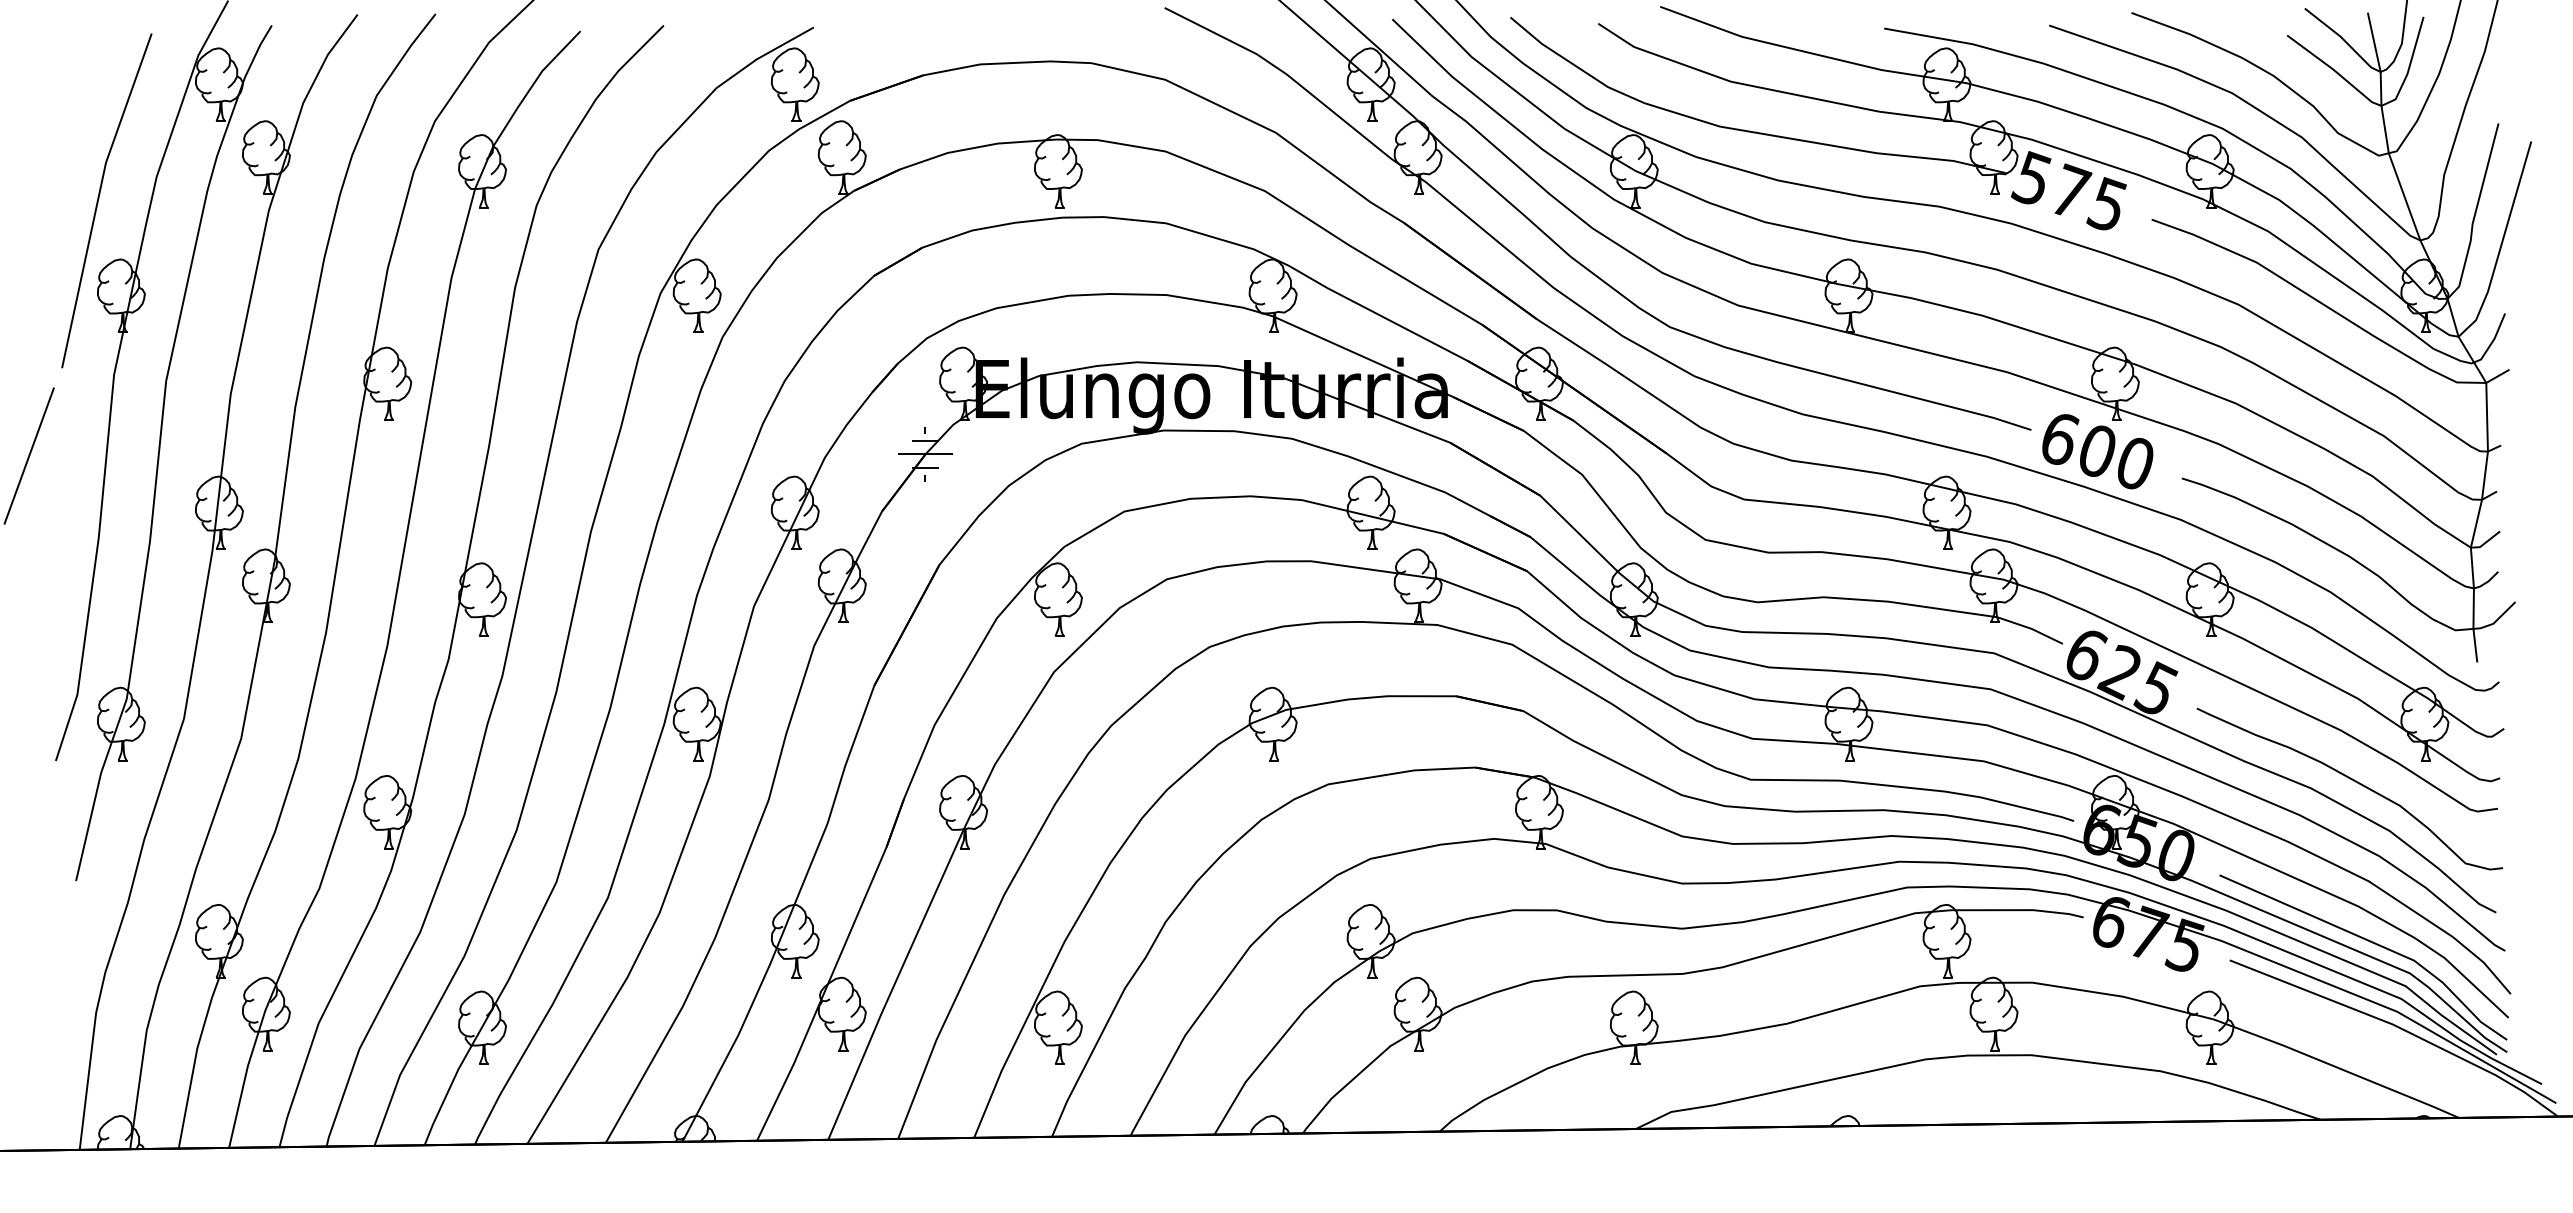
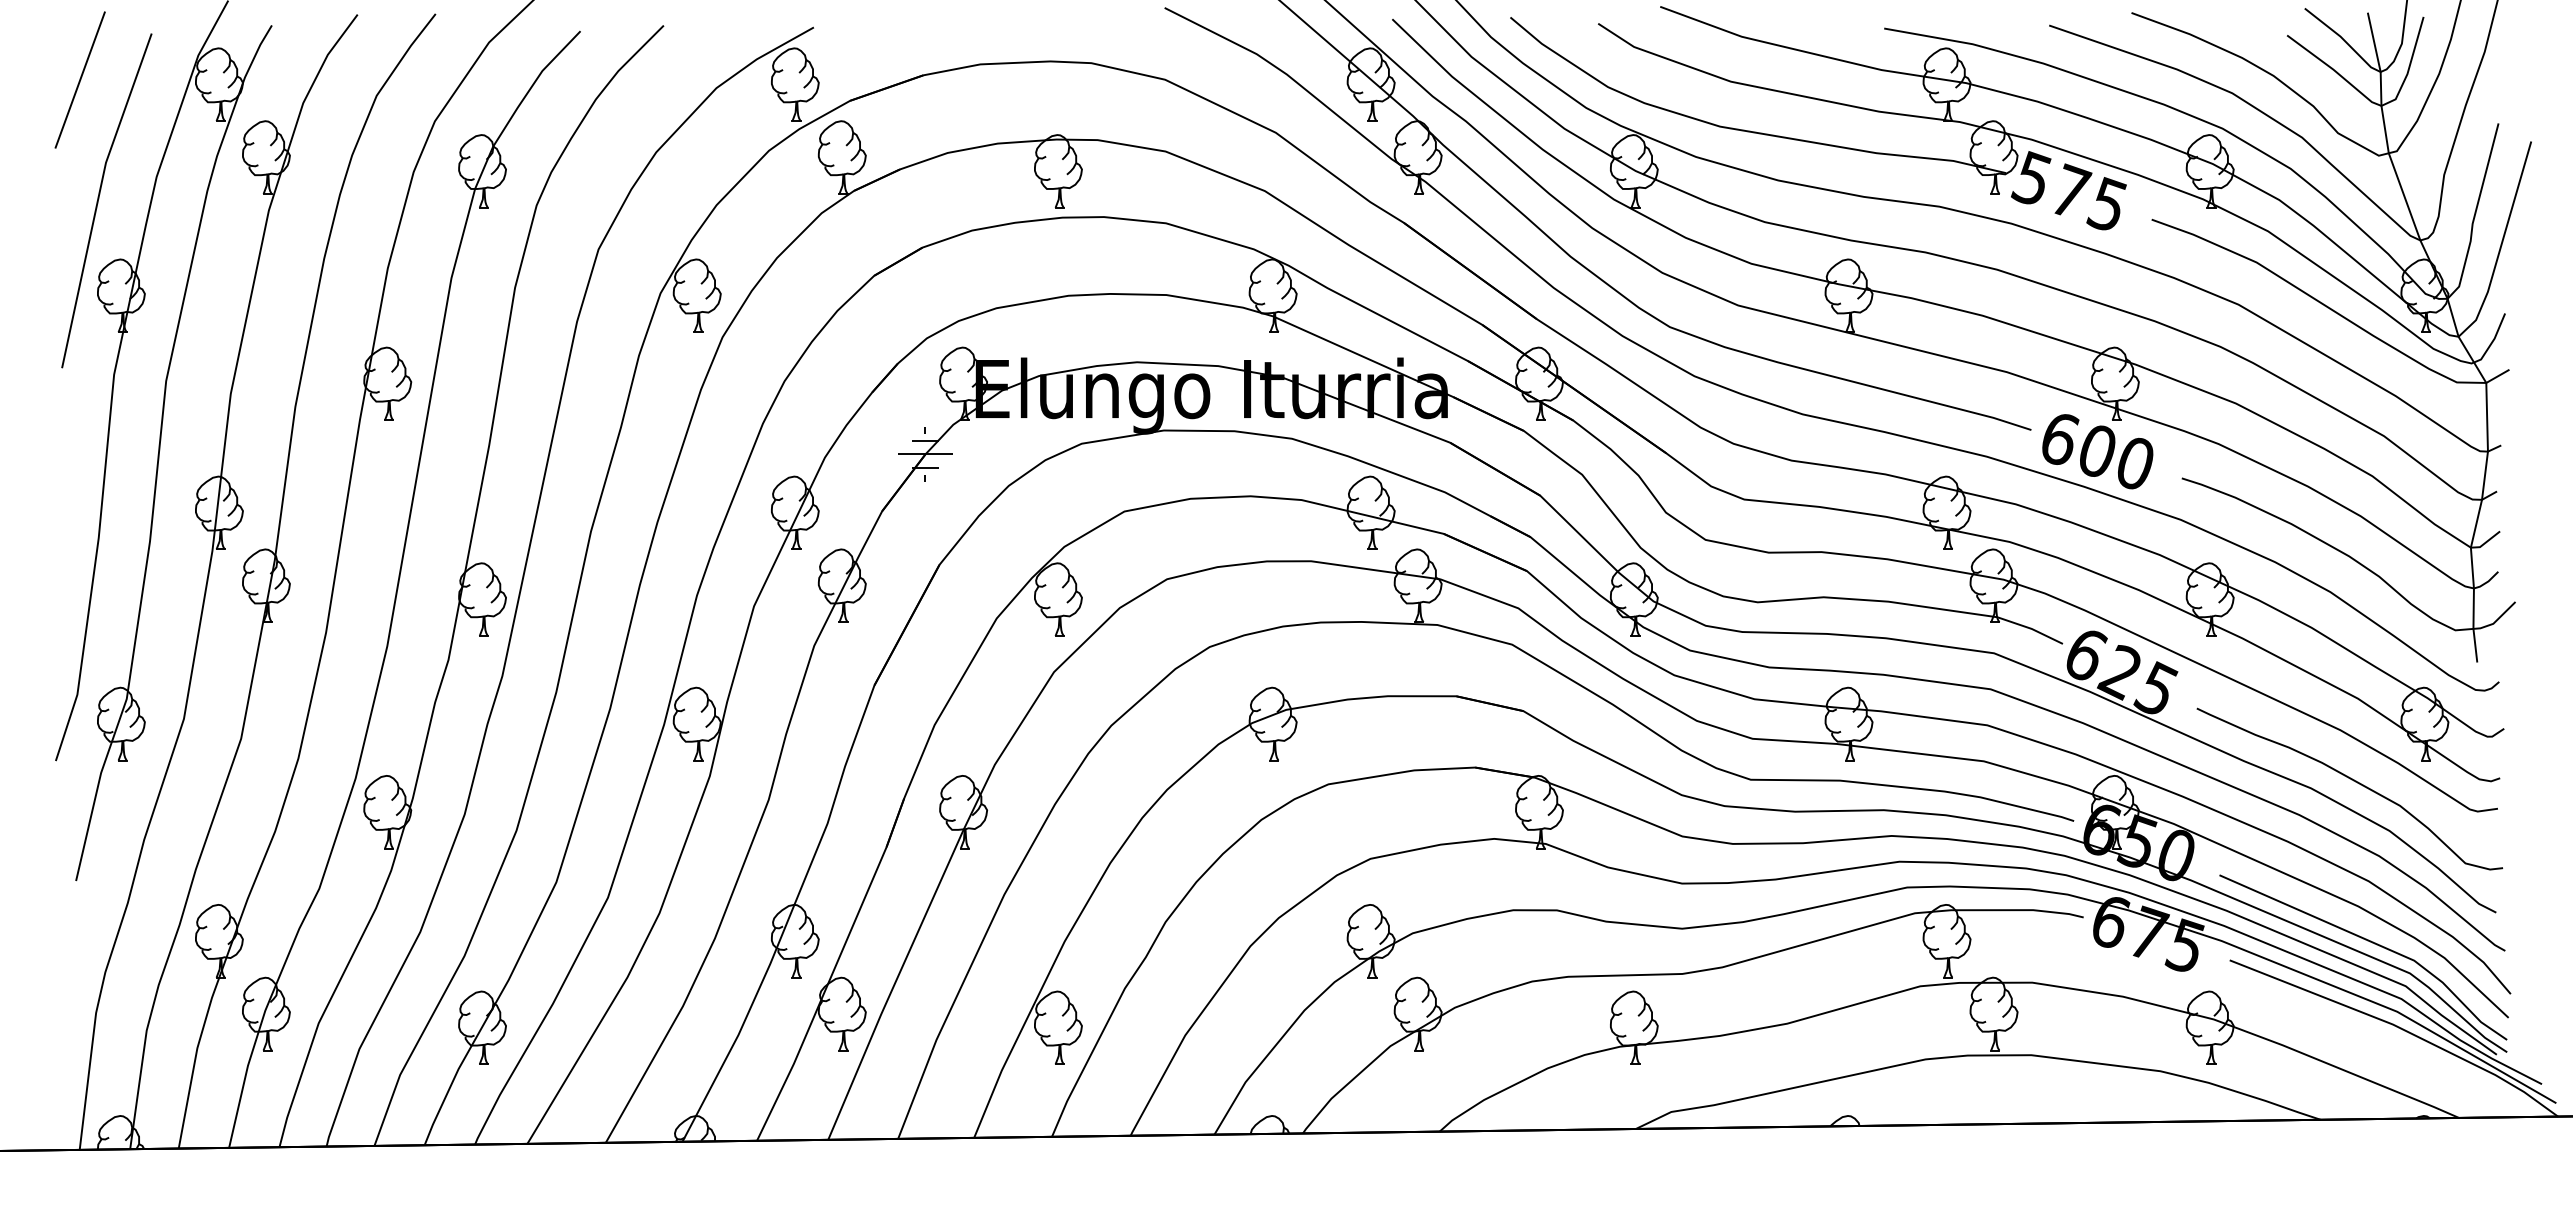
line at (28, 455) position: (28, 455) -> (79, 79)
